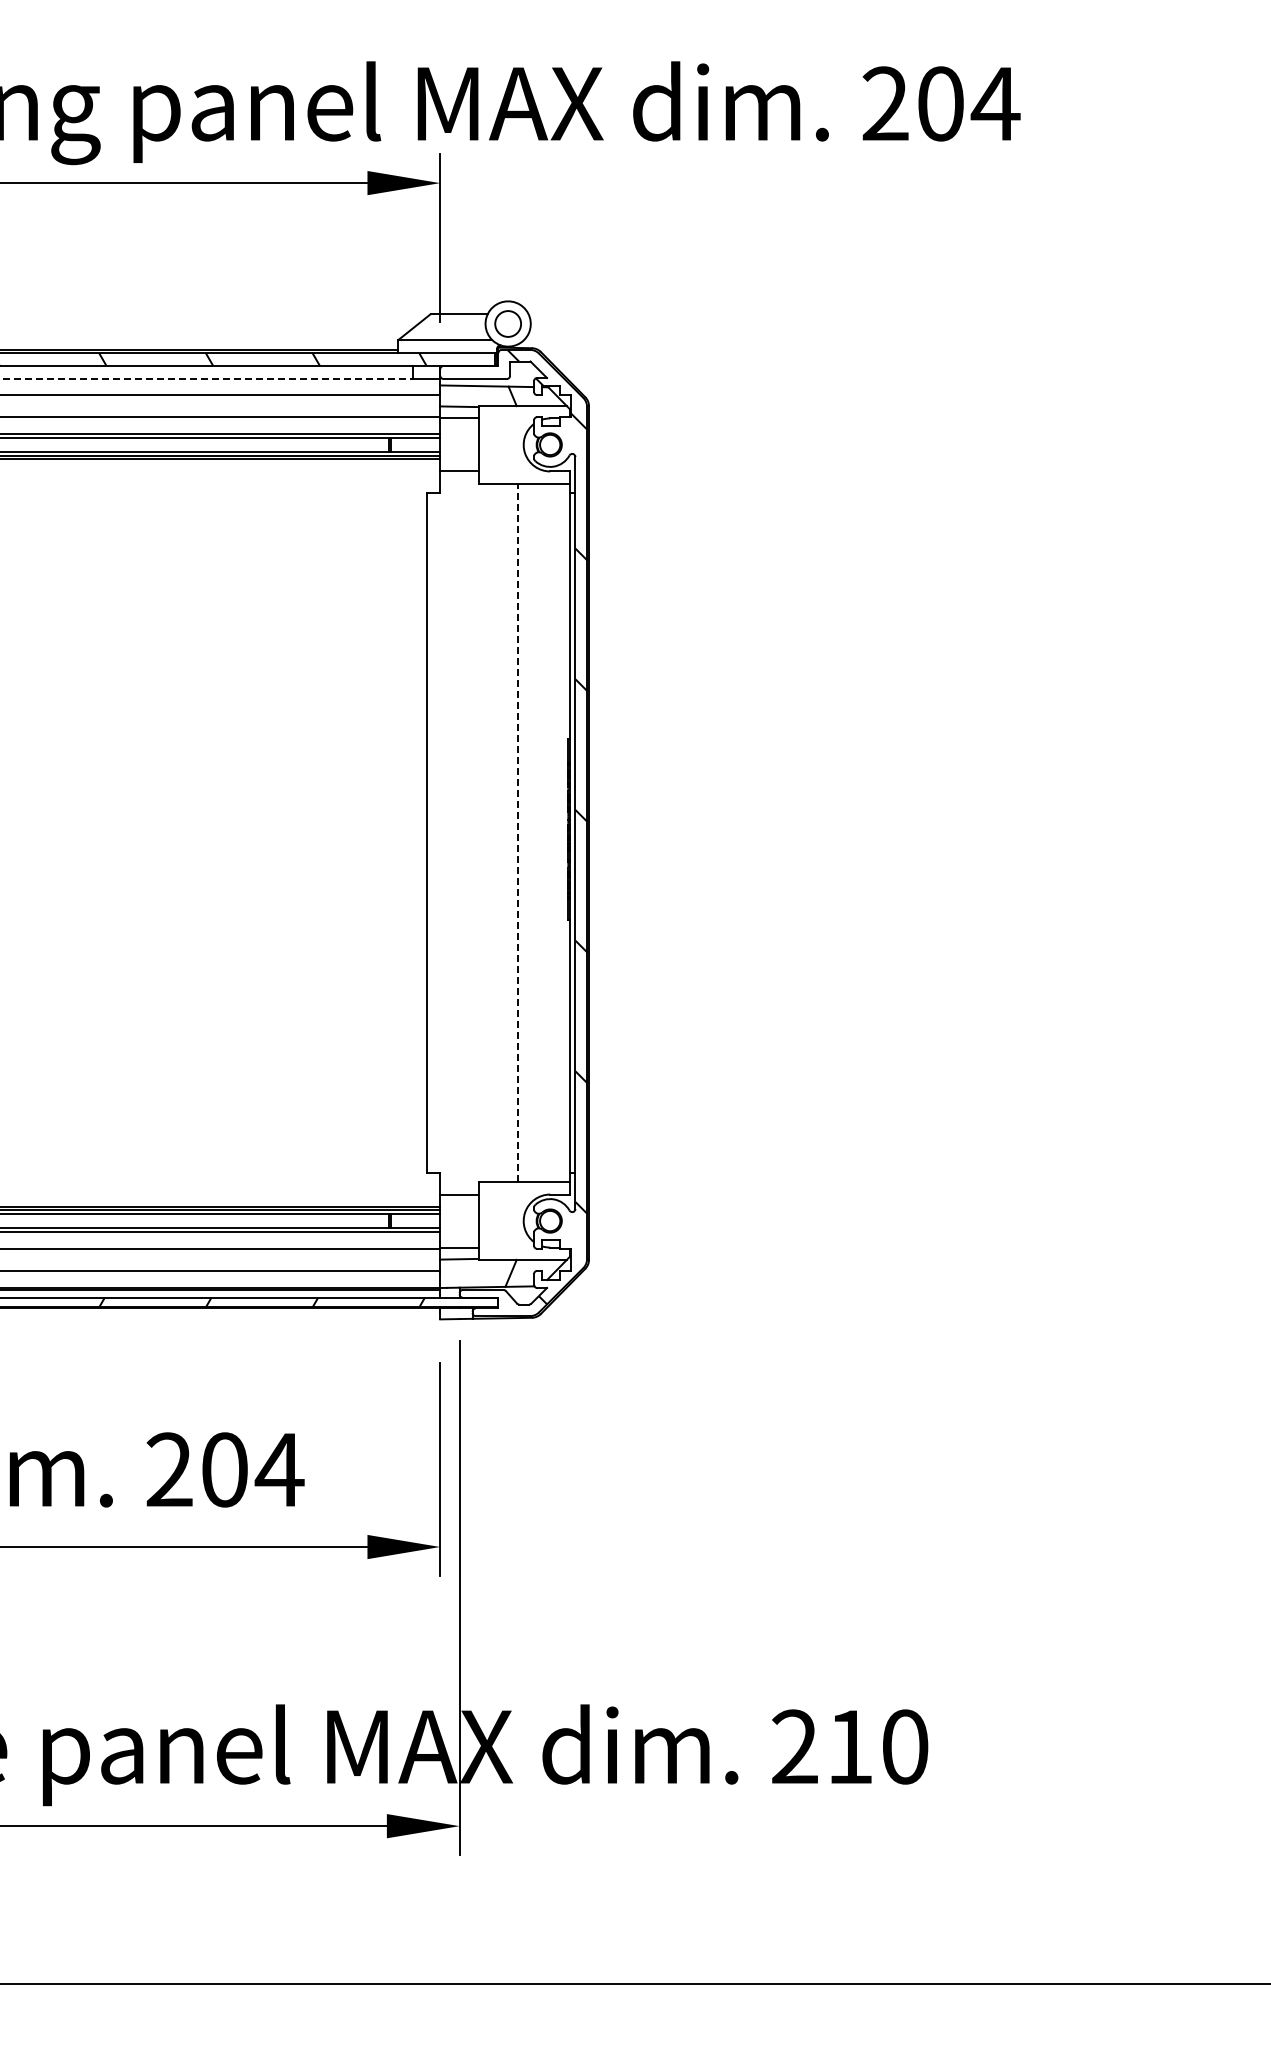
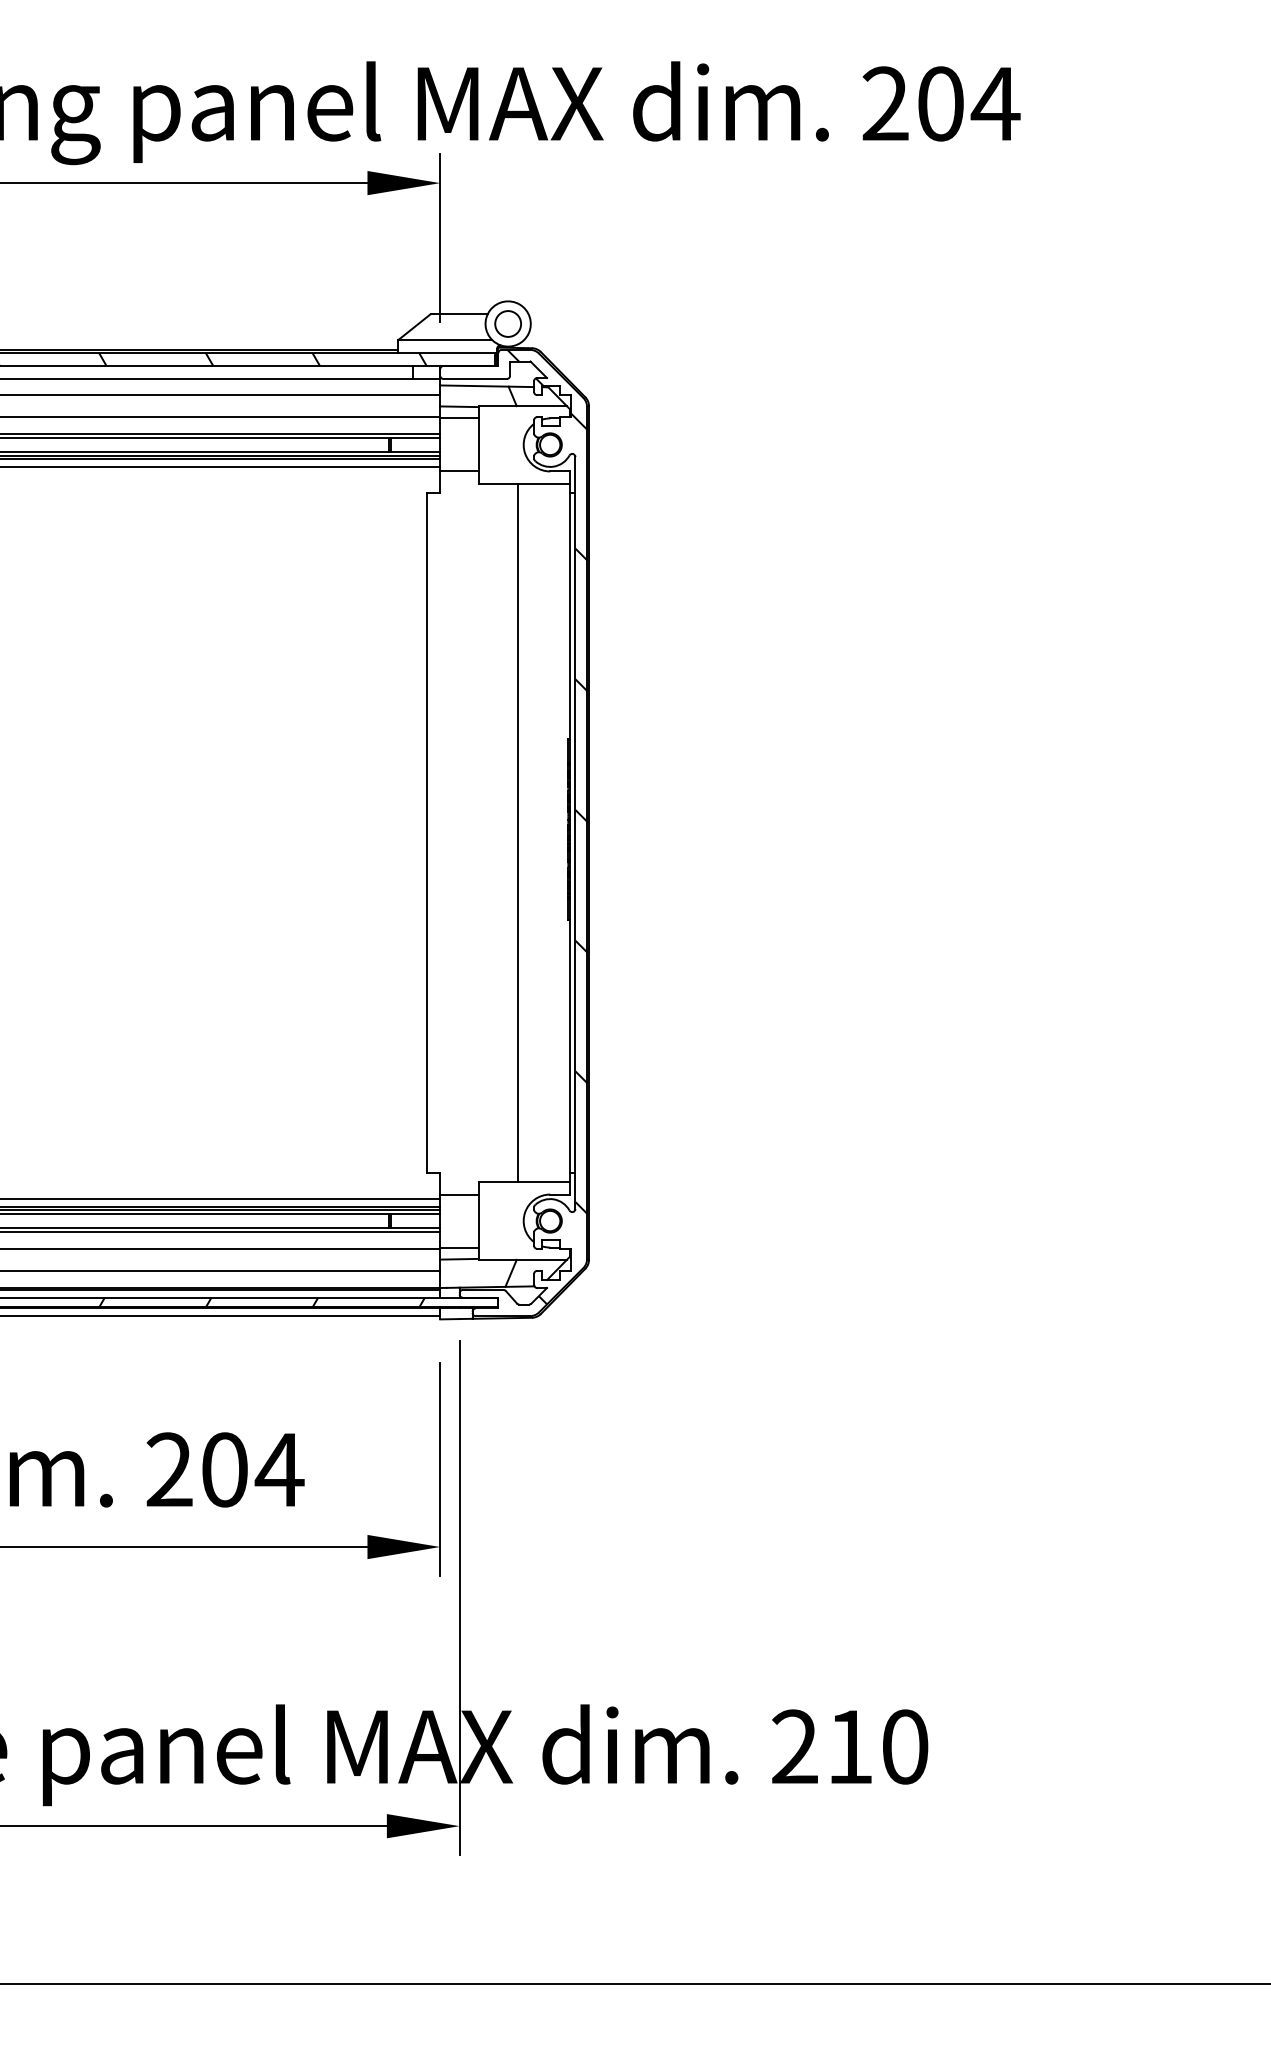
line at (207, 378): dashed -> solid
line at (221, 466): none -> present
line at (517, 832): dashed -> solid
line at (221, 1199): none -> present
line at (221, 1316): none -> present
